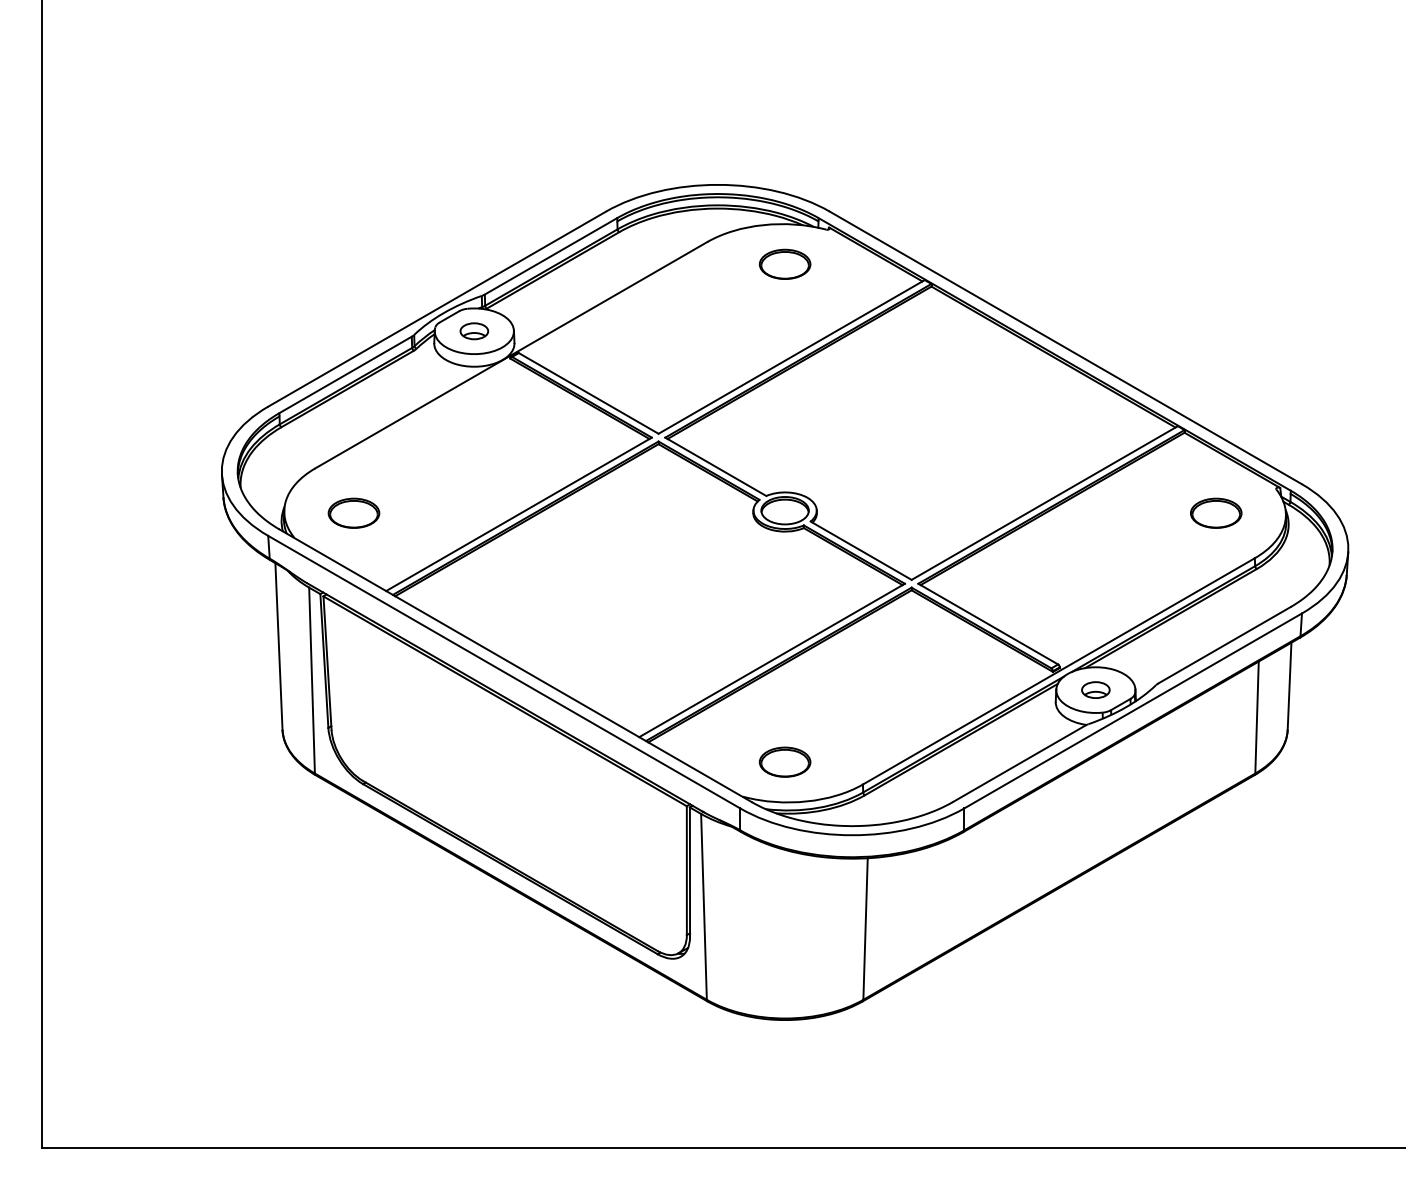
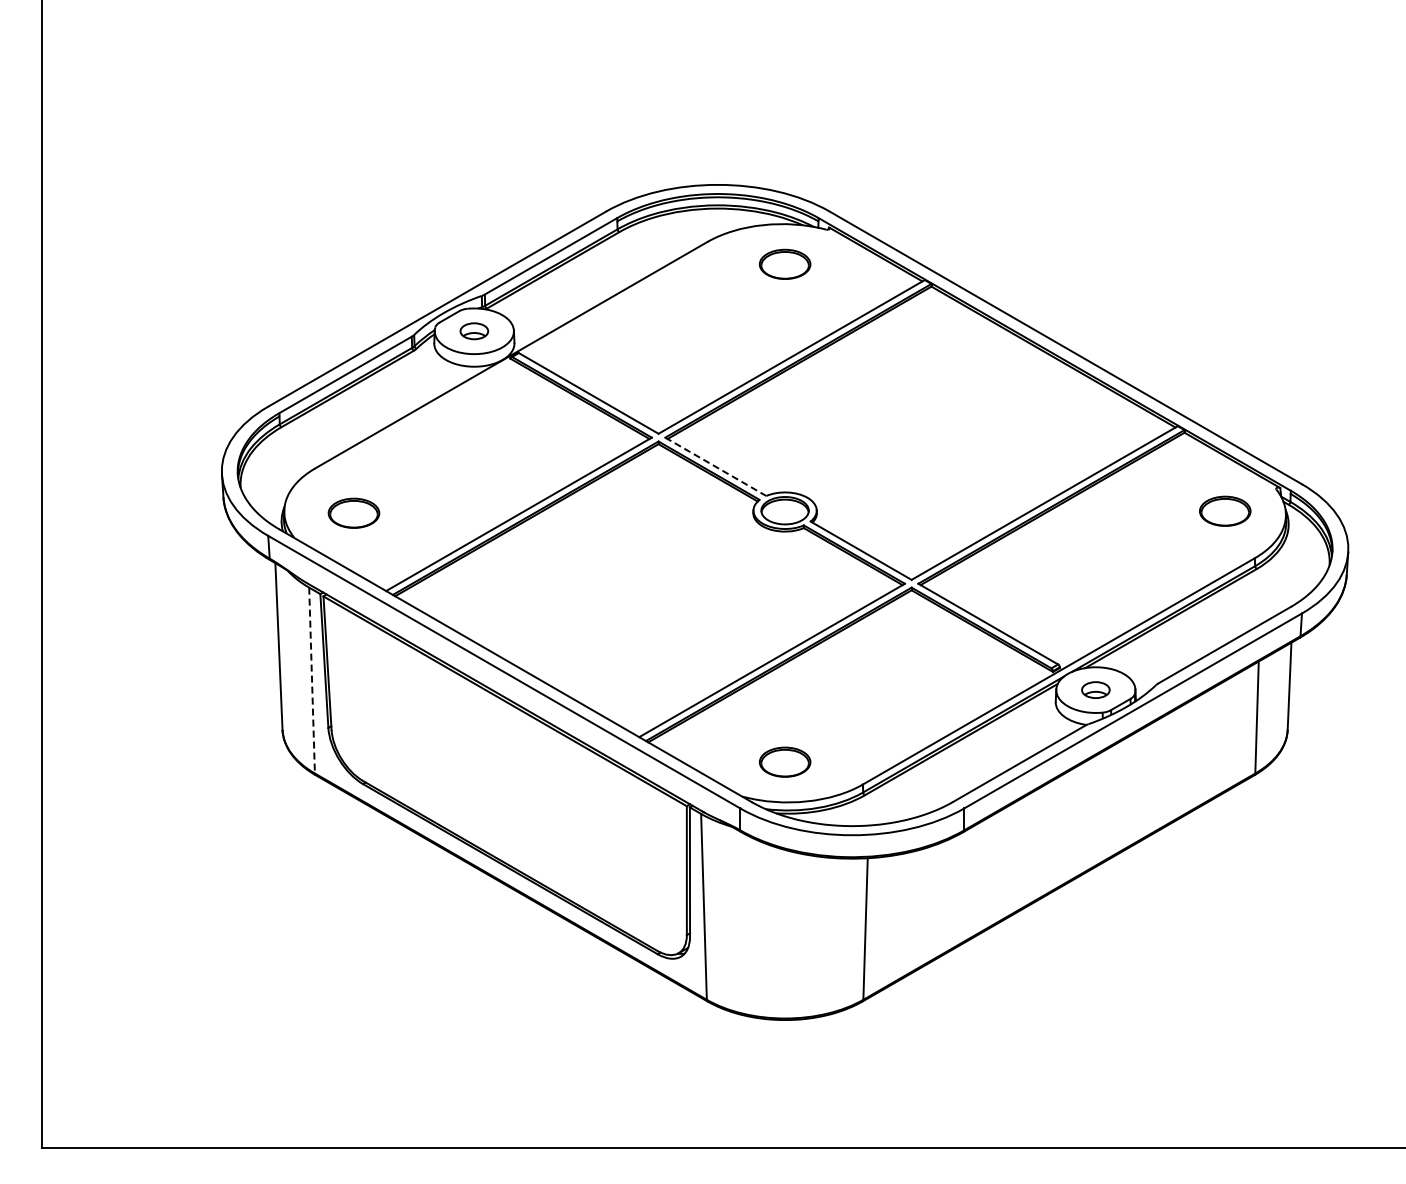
line at (716, 467): solid -> dashed
part at (1216, 512) position: (1216, 512) -> (1225, 510)
line at (312, 680): solid -> dashed
